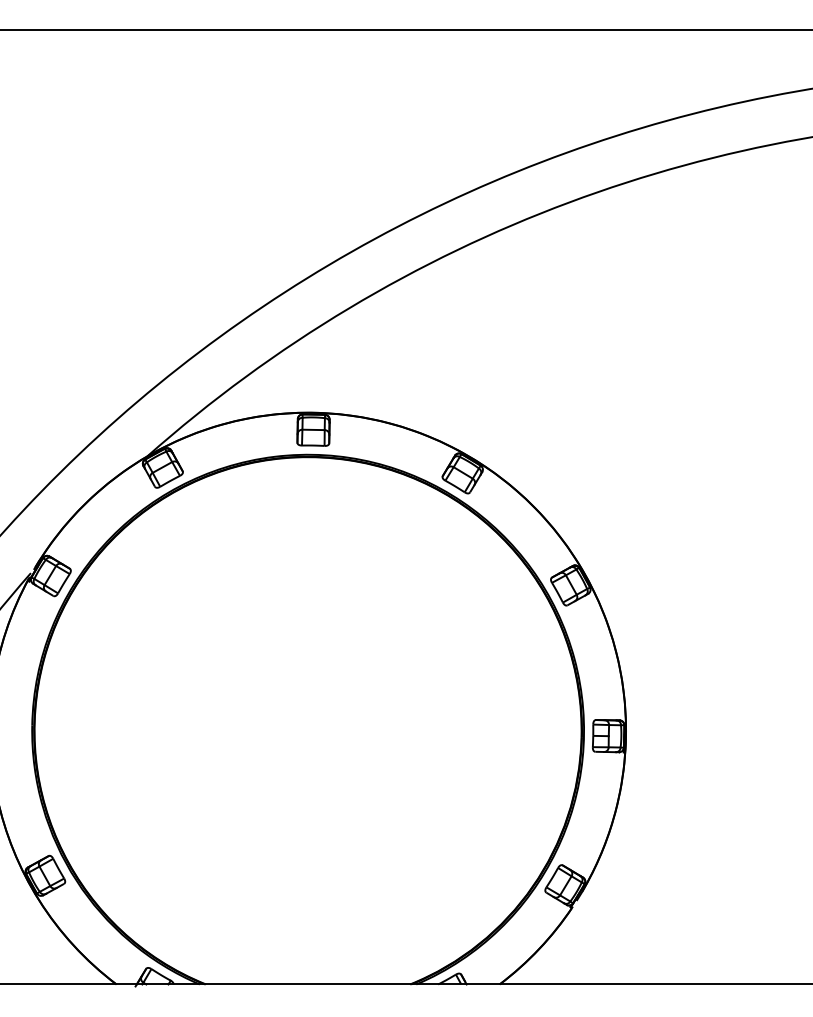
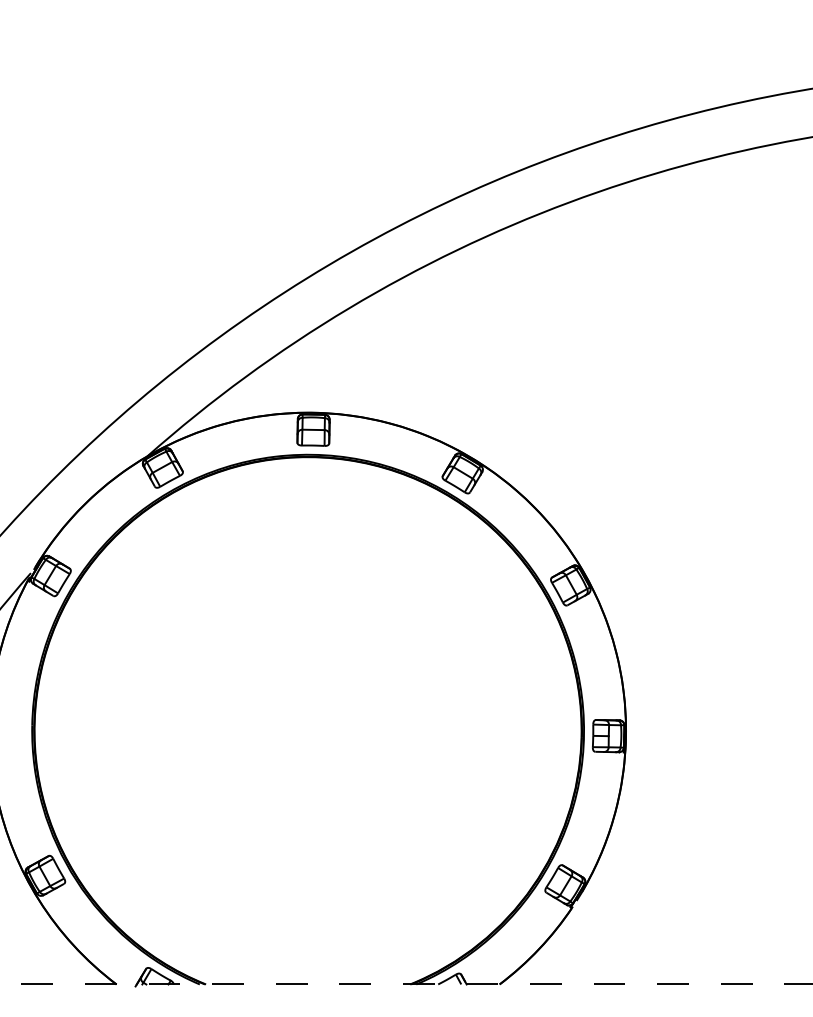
line at (405, 30): present -> none
line at (405, 984): solid -> dashed
